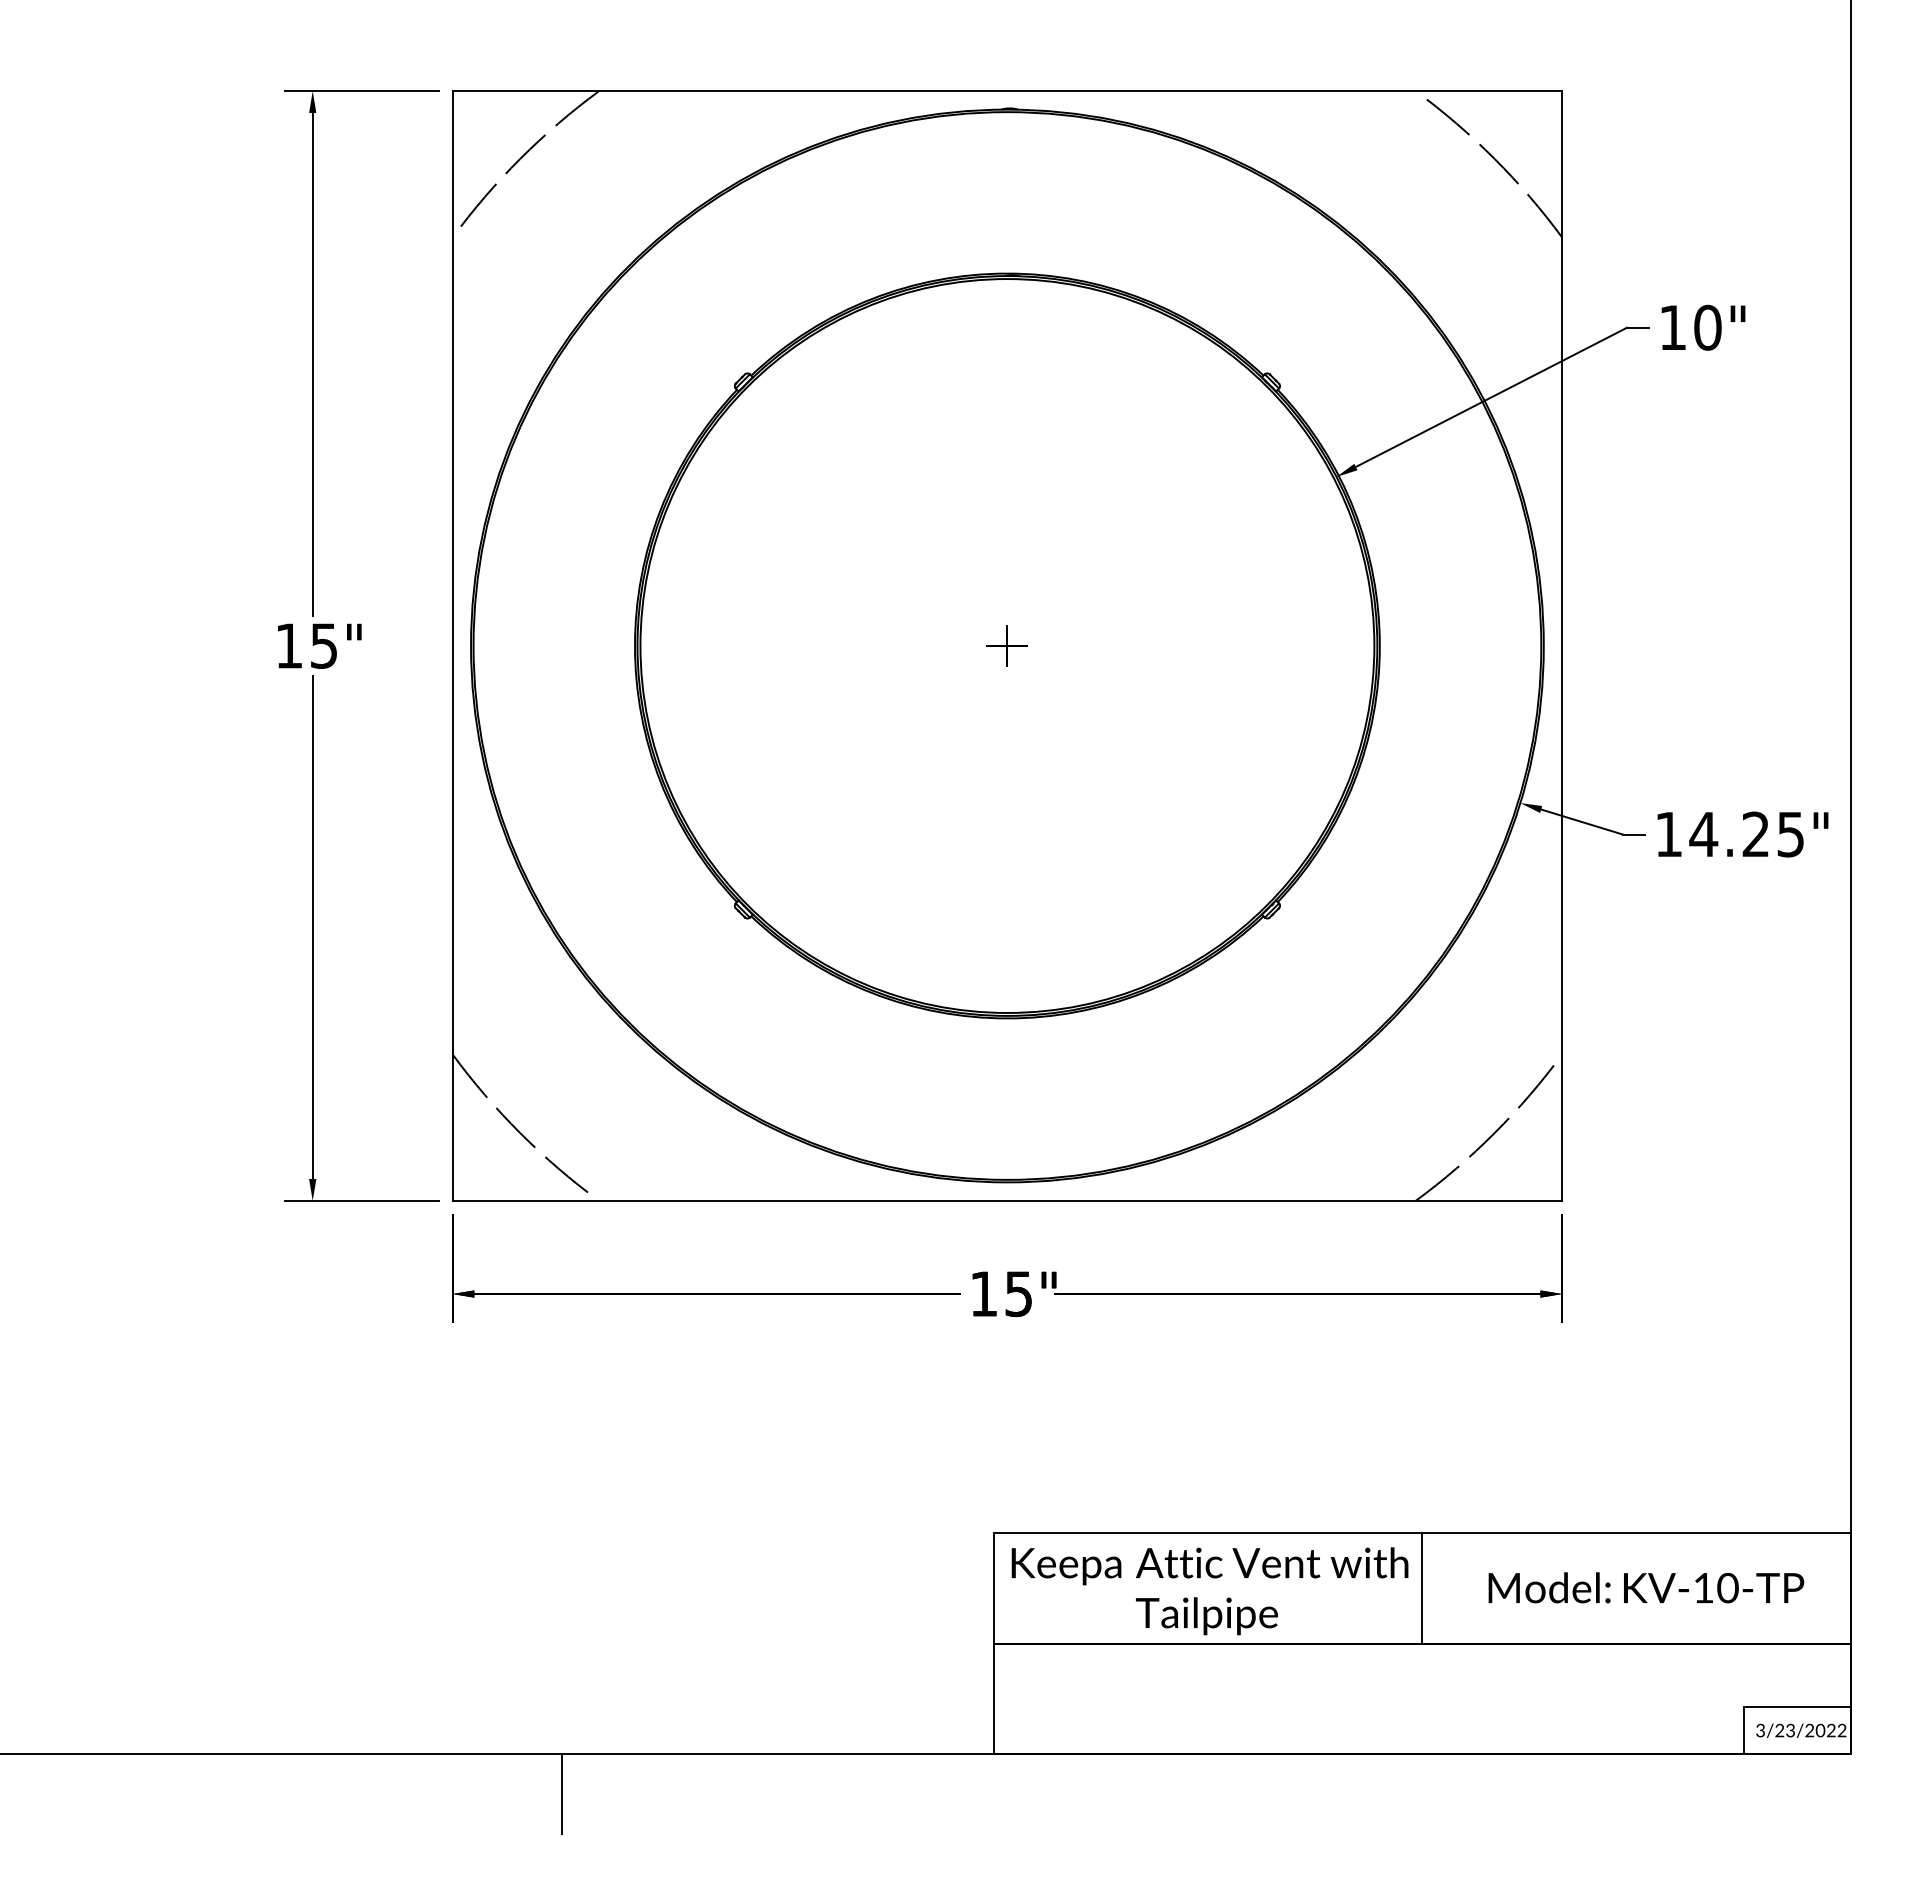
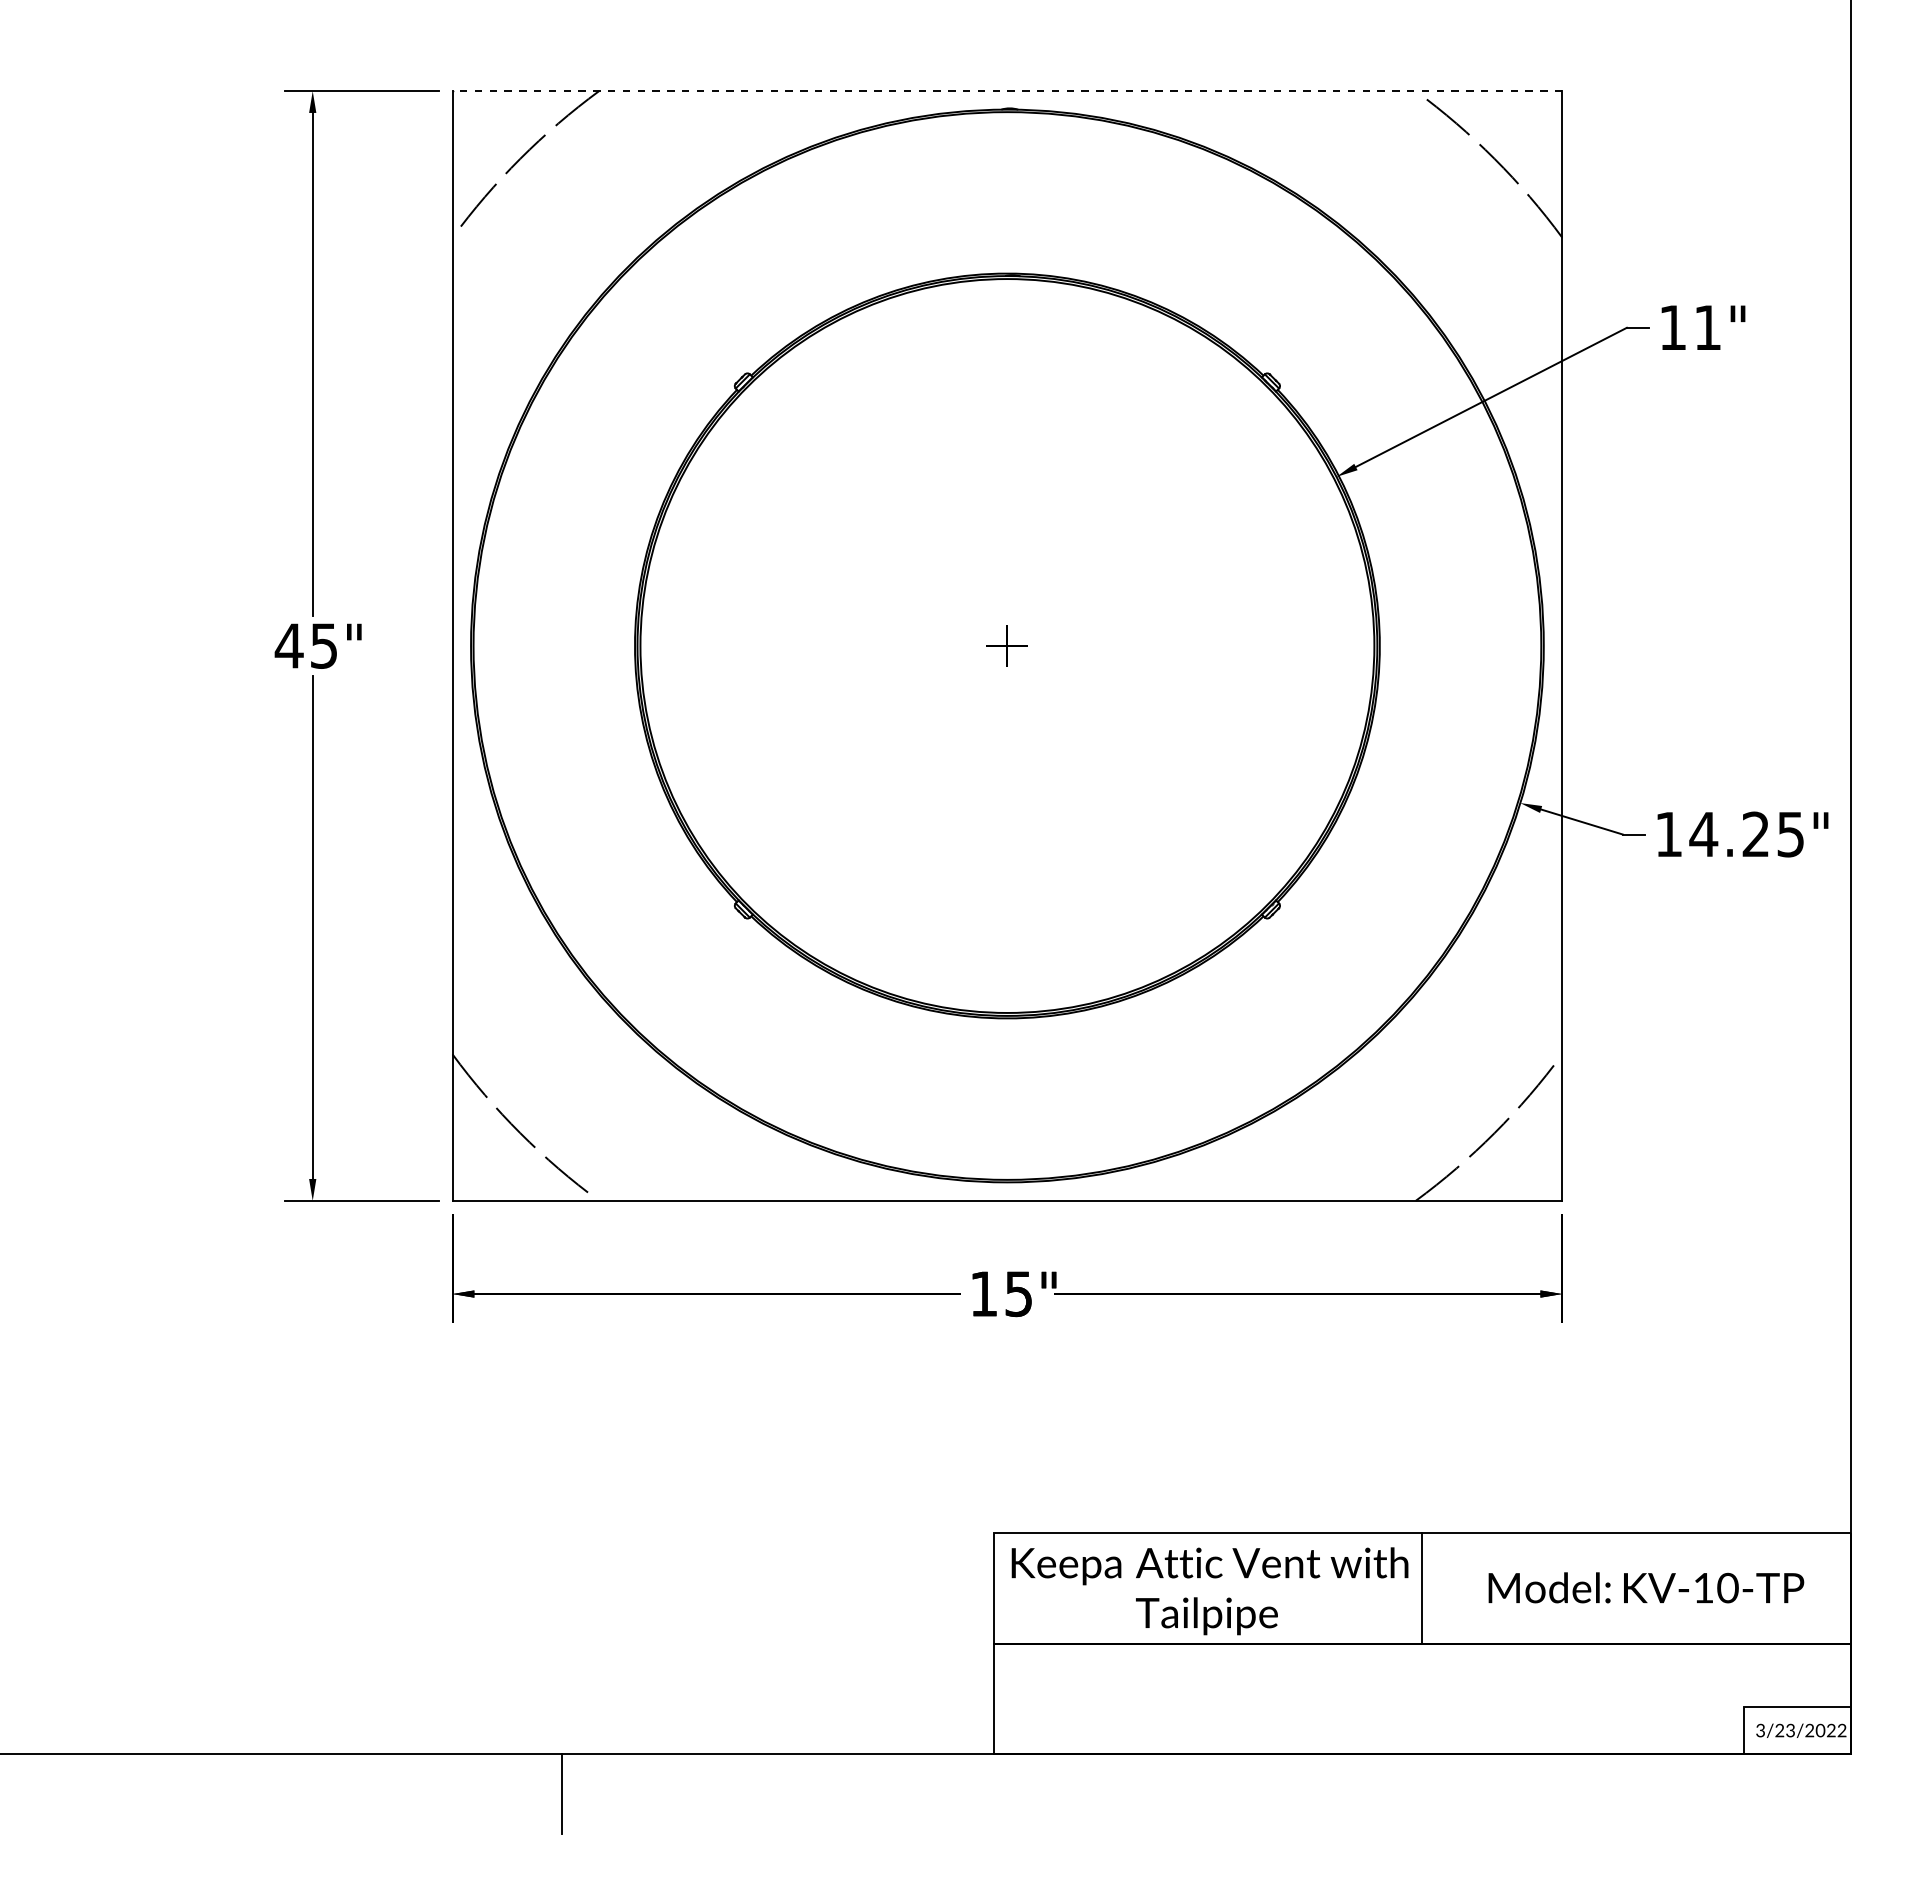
line at (1007, 91): solid -> dashed
text at (1707, 327): 10" -> 11"
text at (288, 645): 15" -> 45"
